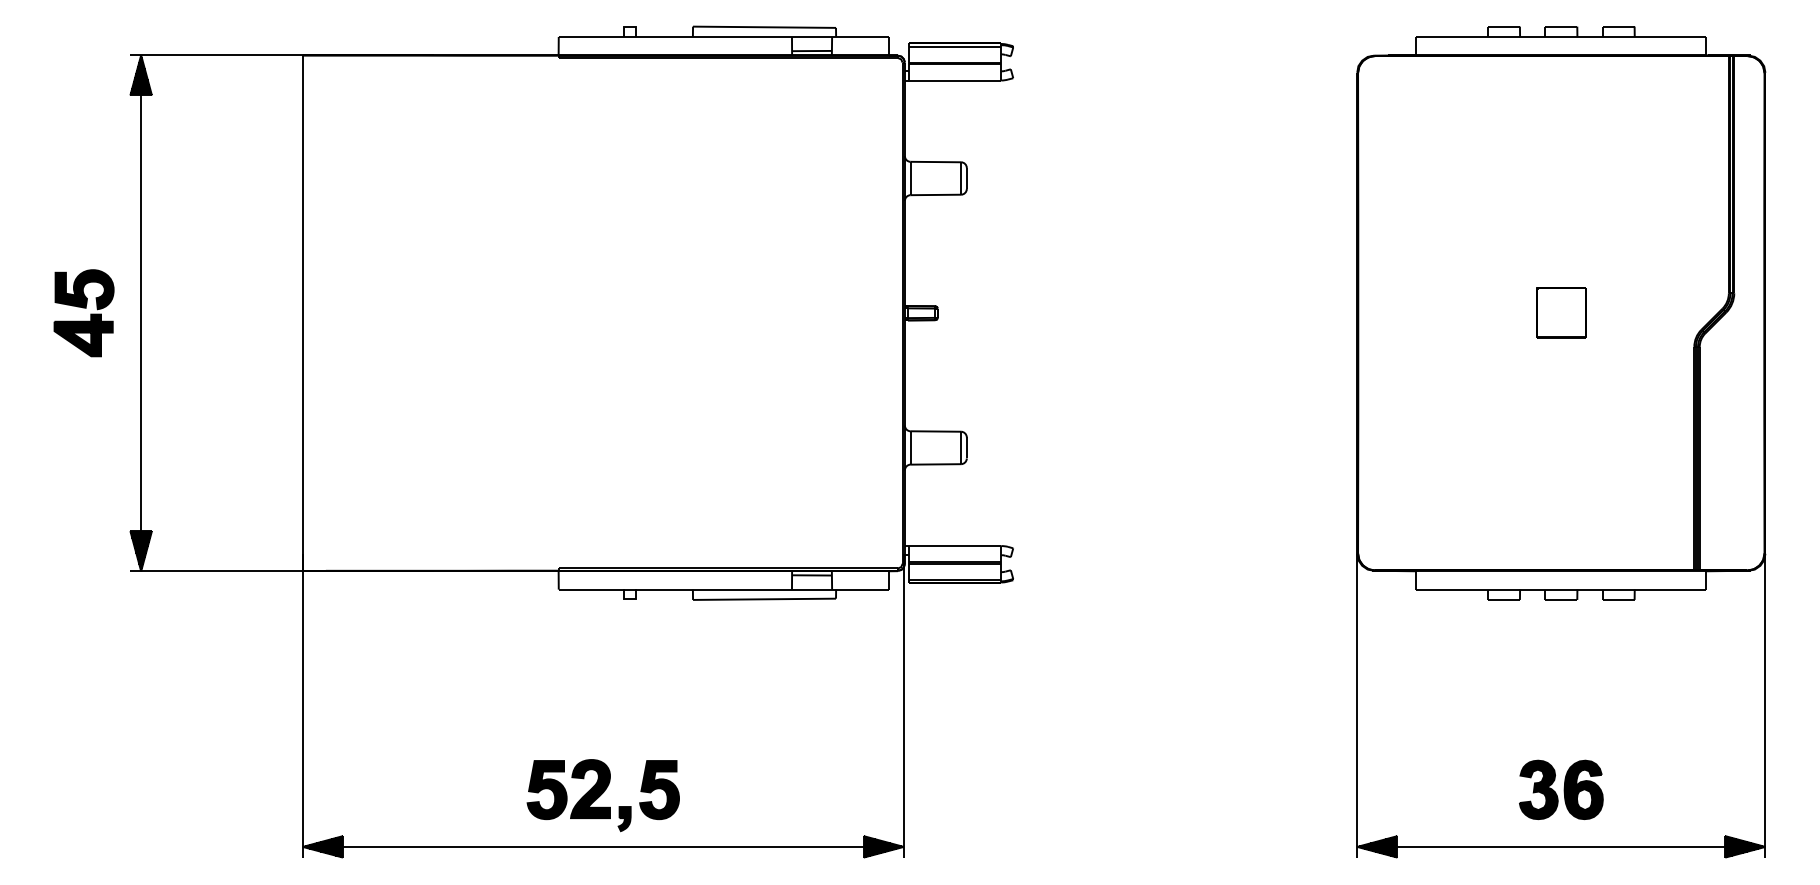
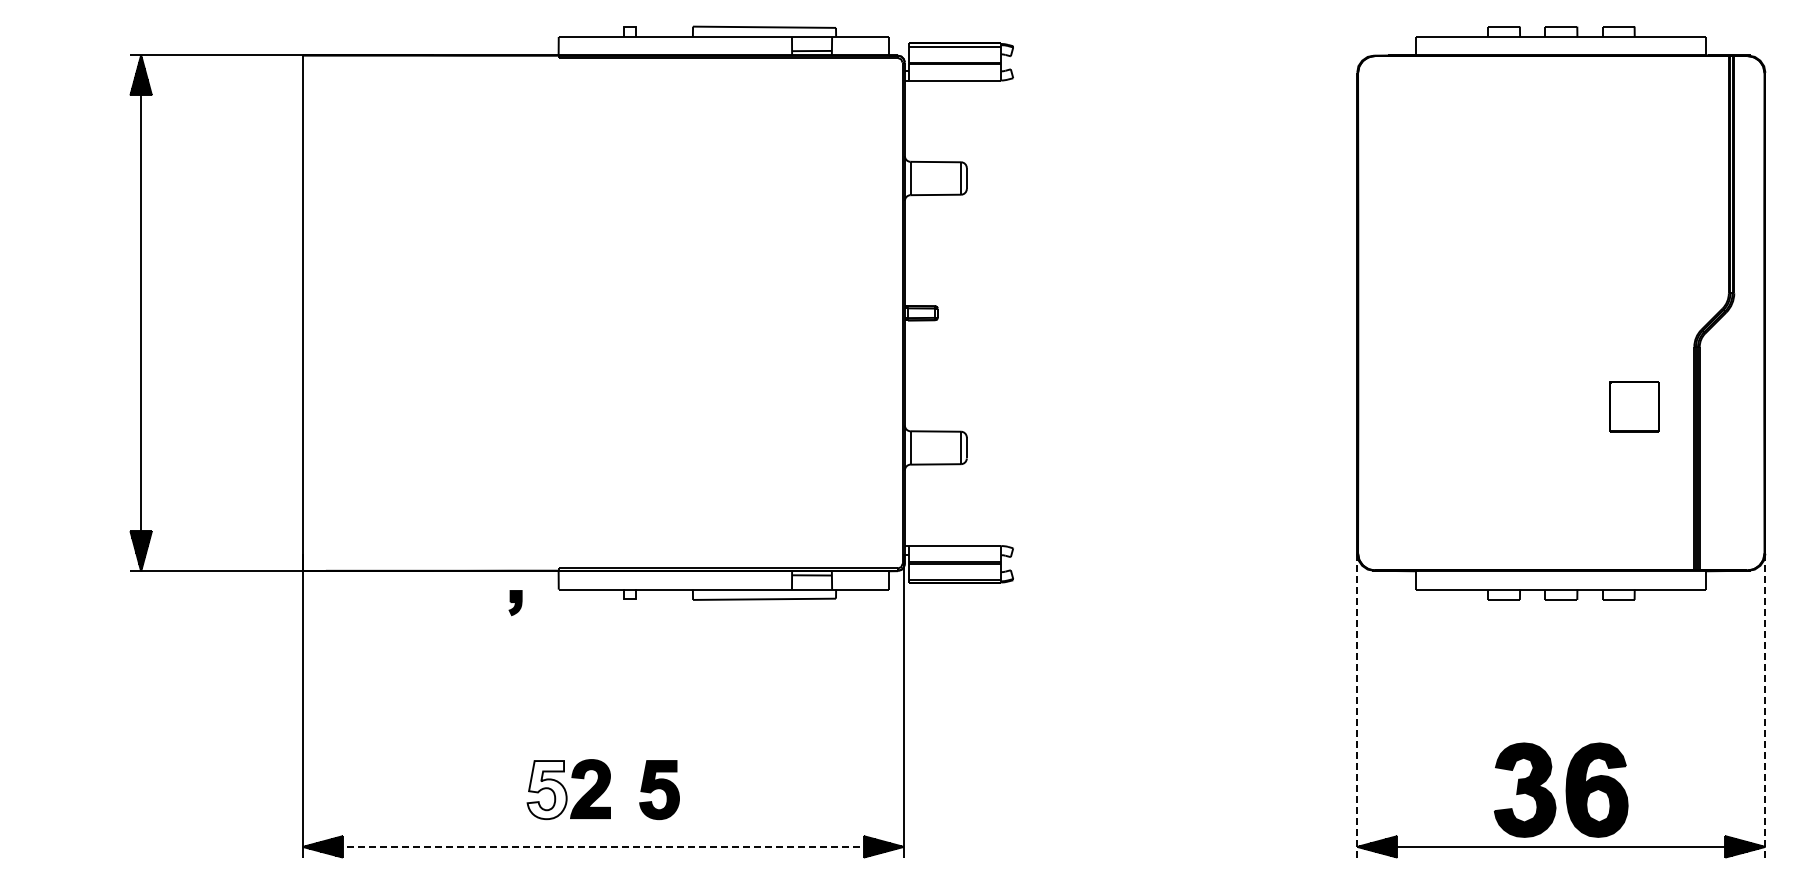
part at (1561, 312) position: (1561, 312) -> (1634, 406)
part at (83, 313): present -> none
line at (1357, 706): solid -> dashed
line at (1765, 706): solid -> dashed
part at (1561, 789) size: 85x61 px -> 136x96 px
fill at (546, 790): present -> none
part at (624, 819) position: (624, 819) -> (515, 603)
line at (603, 846): solid -> dashed
